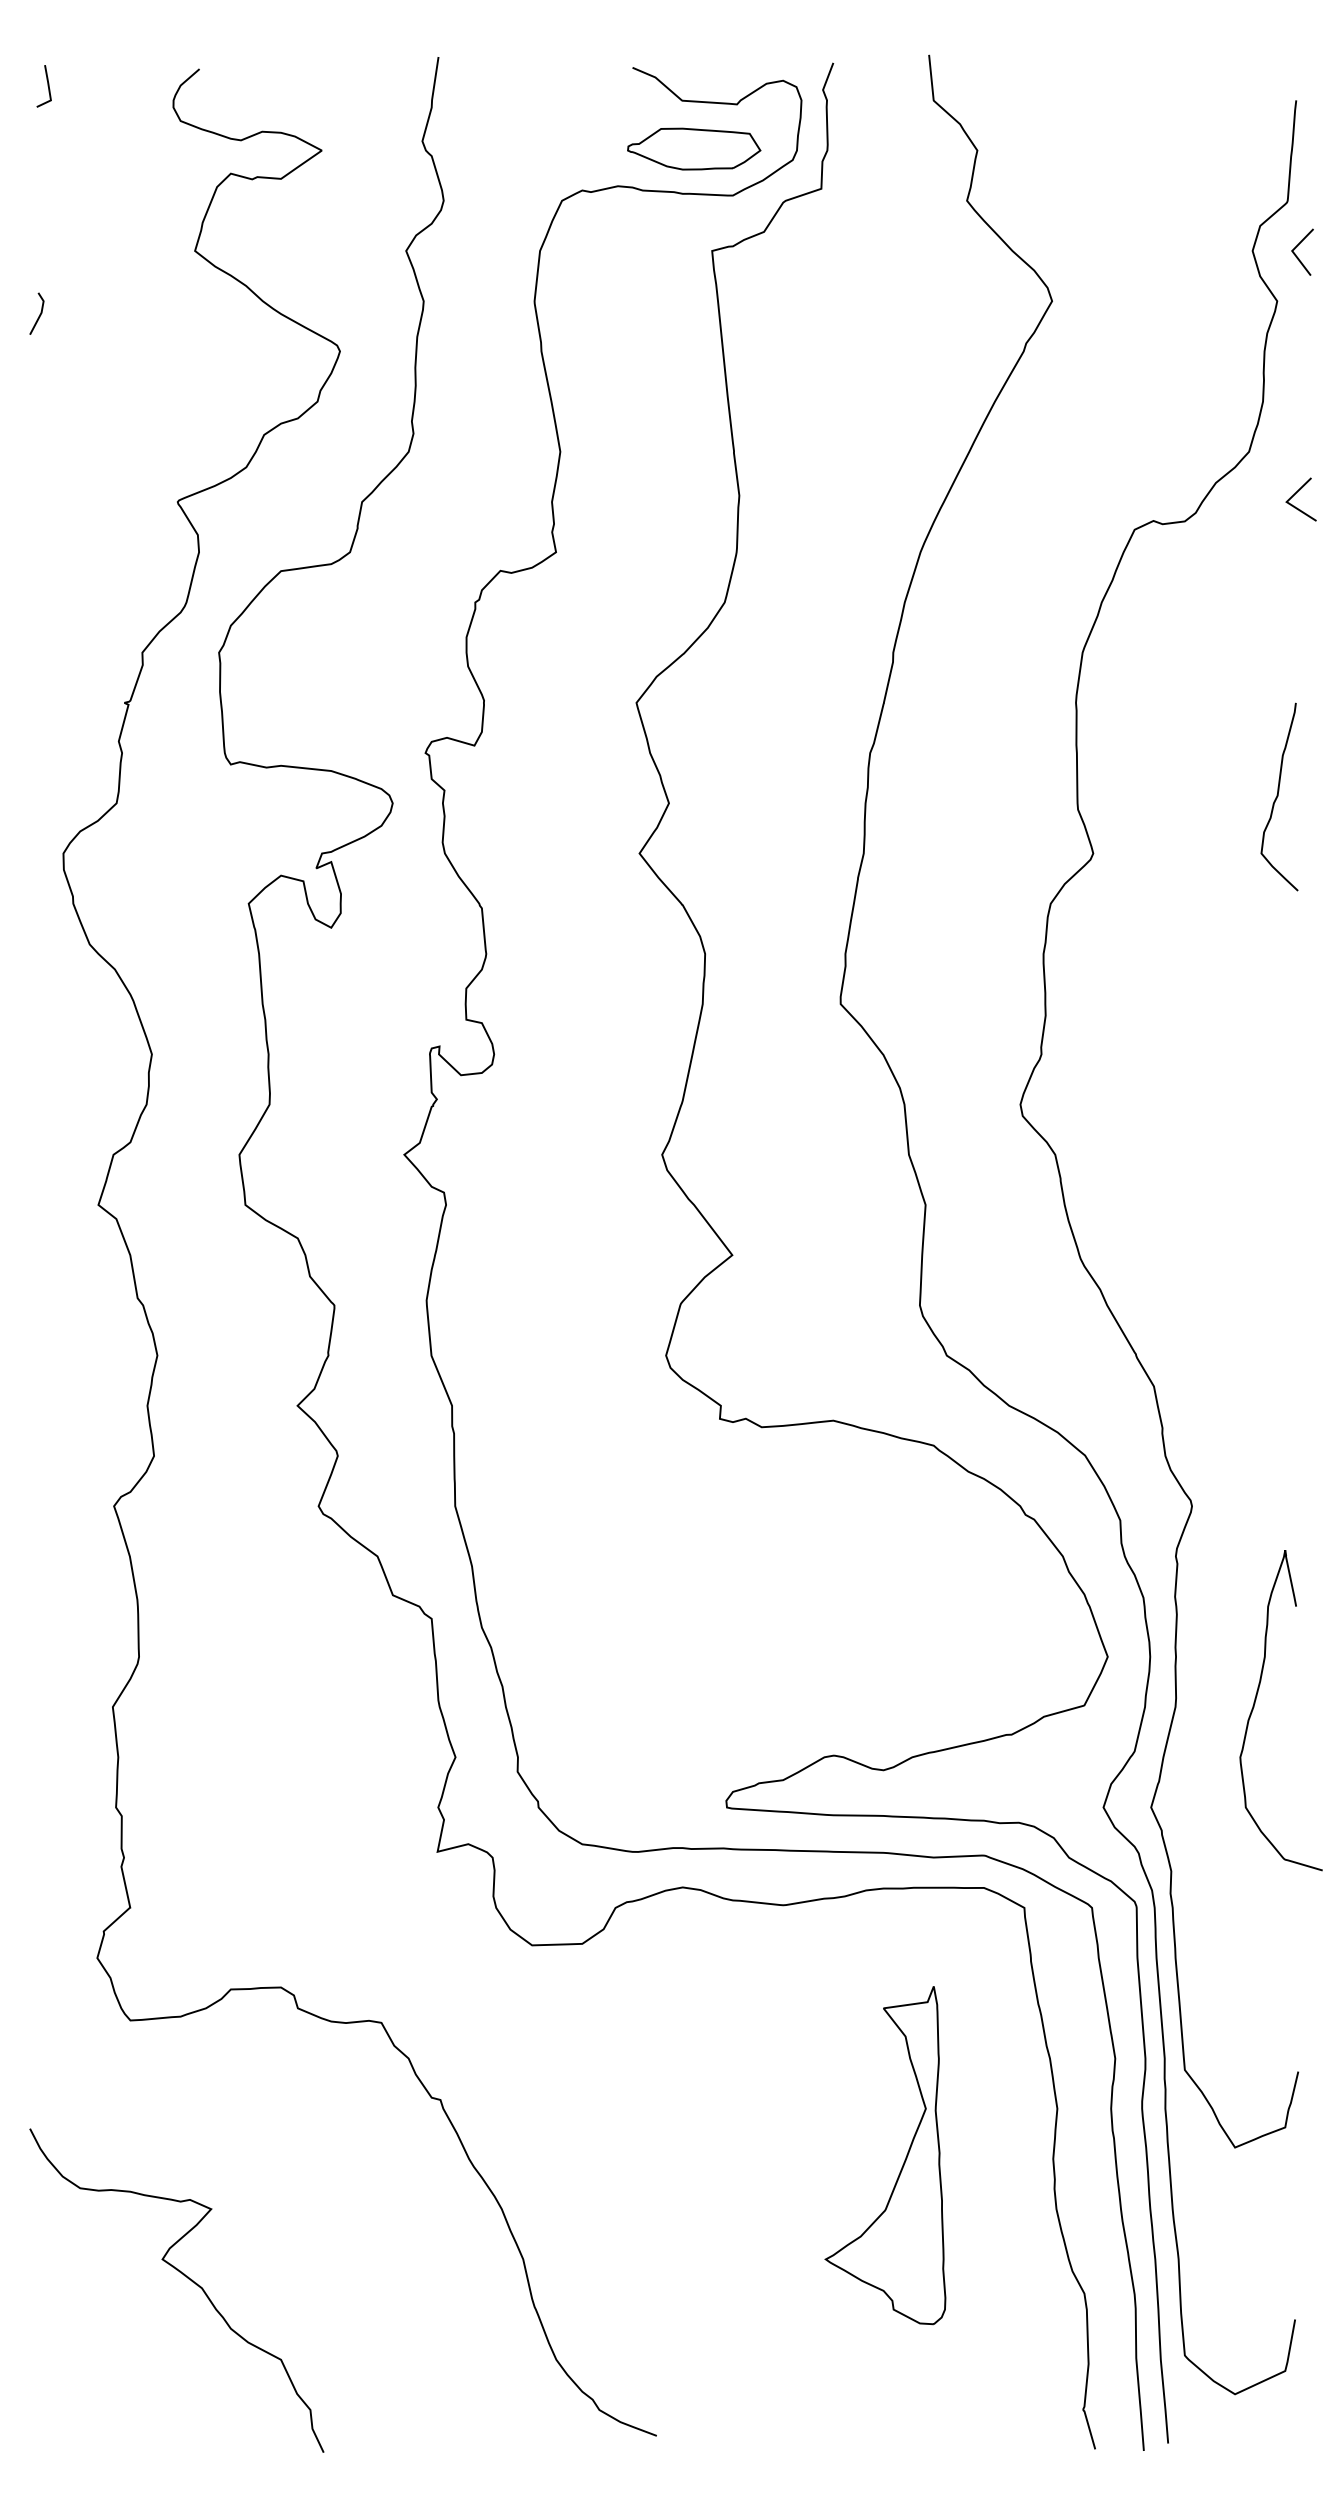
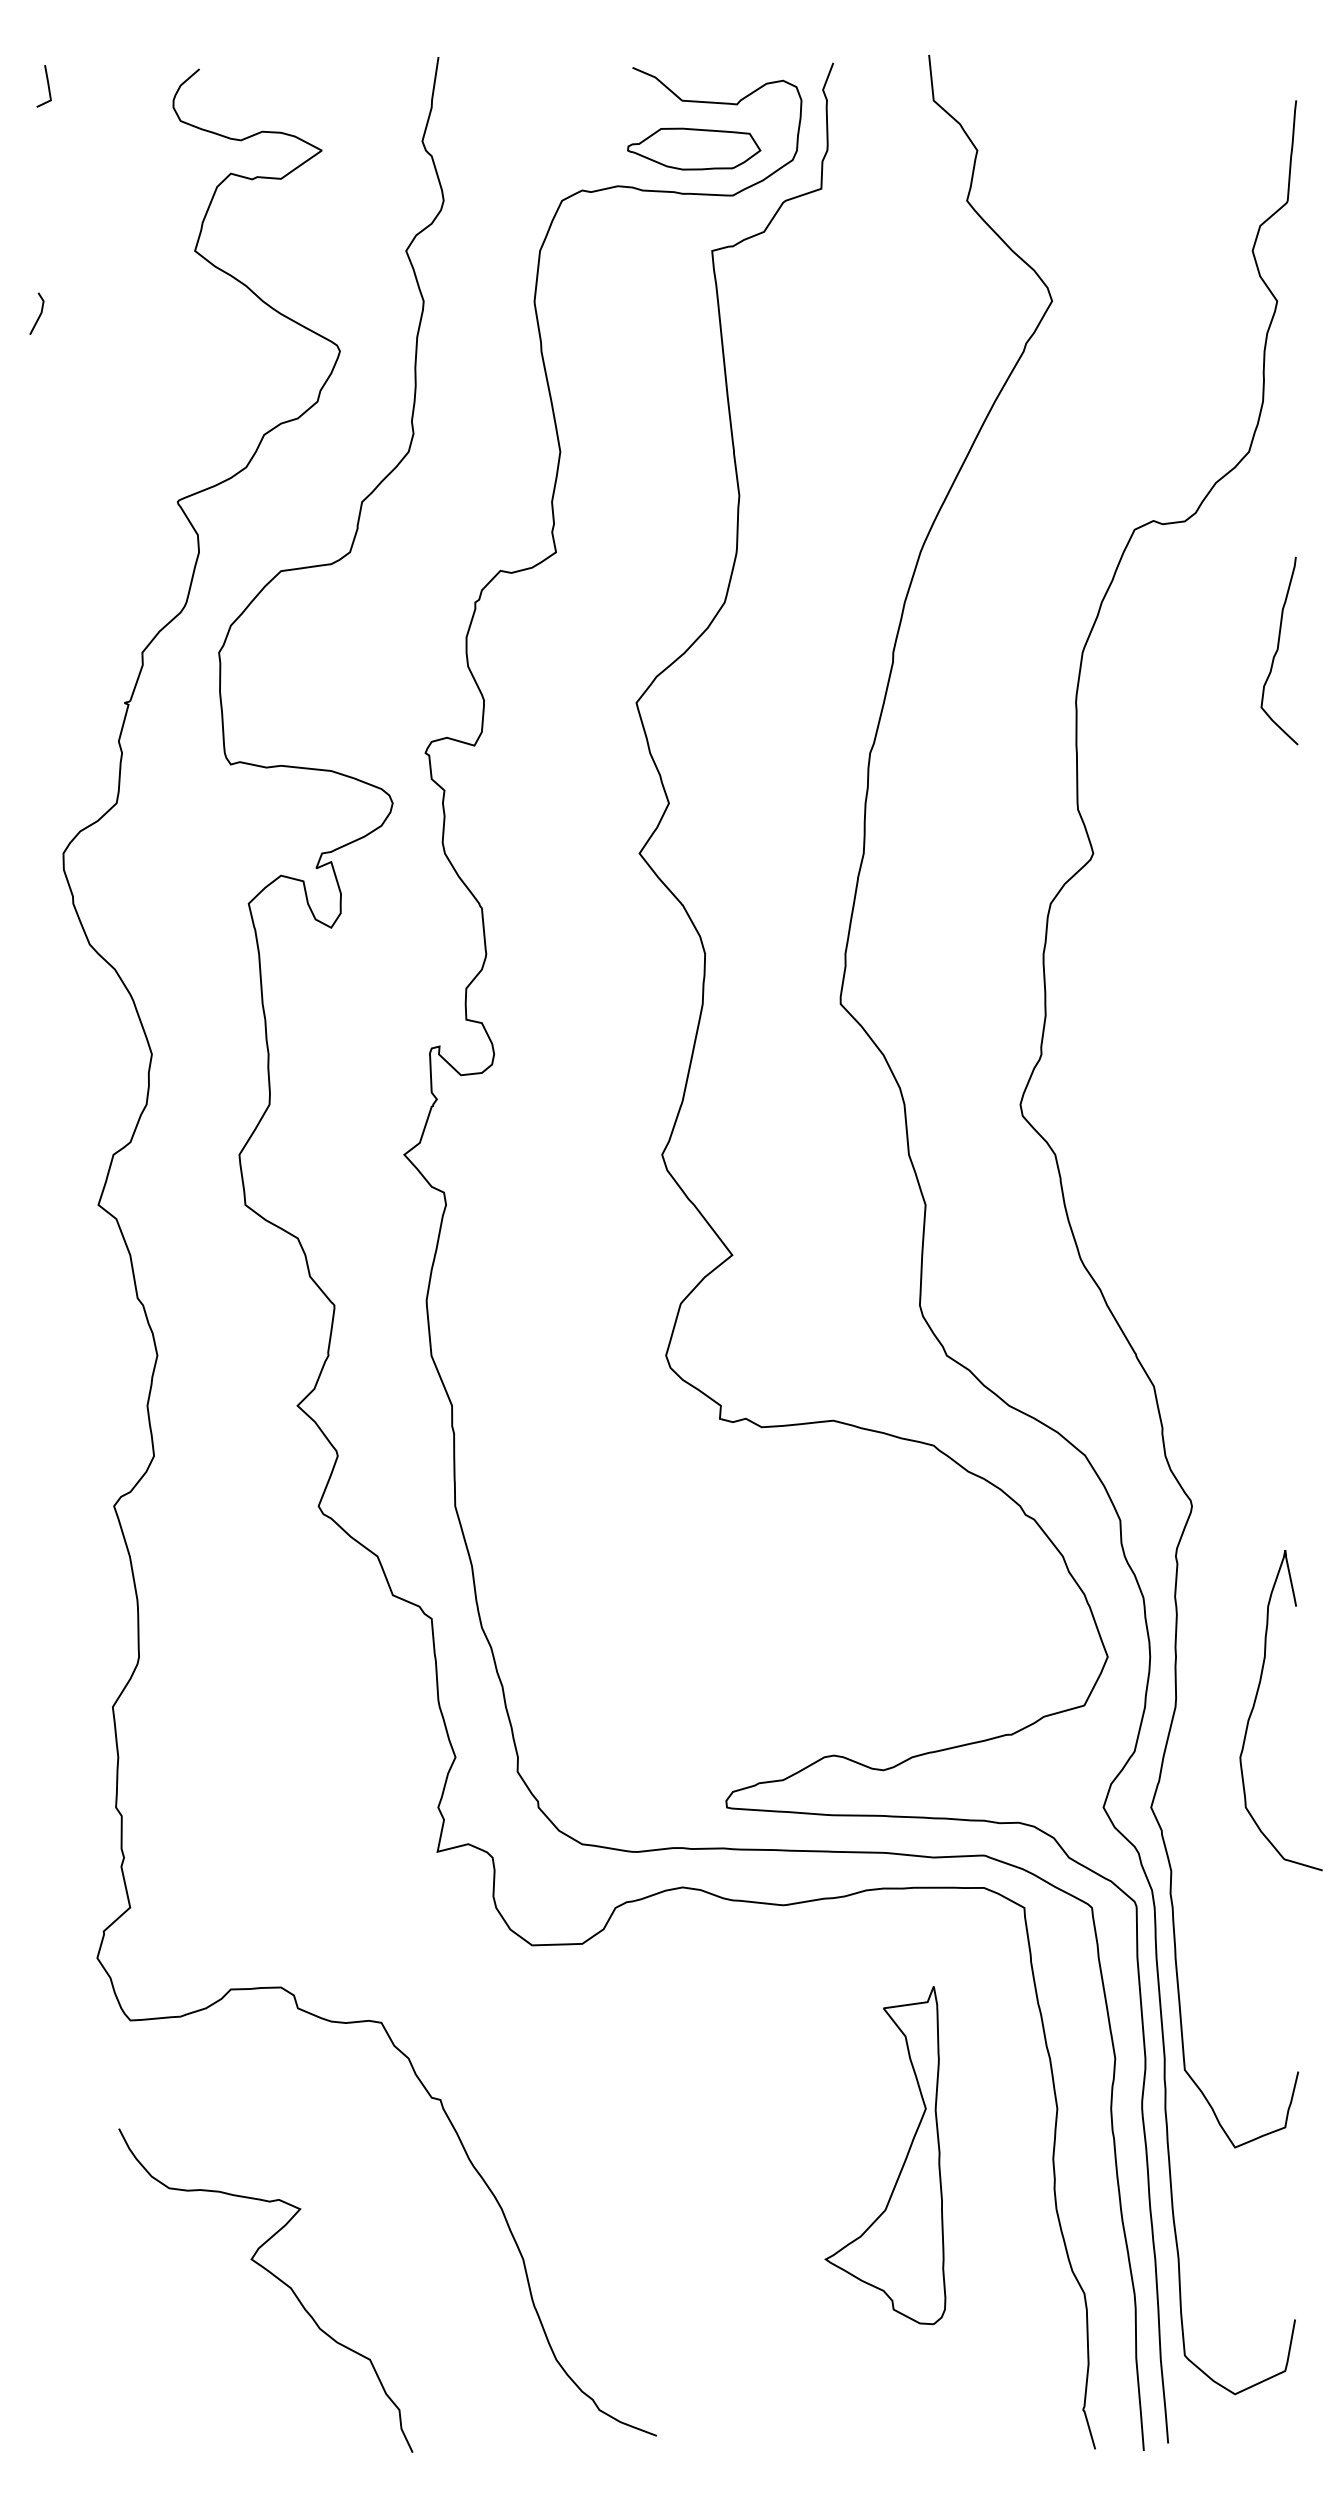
line at (1296, 254): present -> none
line at (1295, 494): present -> none
curve at (1278, 796) position: (1278, 796) -> (1278, 650)
curve at (184, 2276) position: (184, 2276) -> (273, 2276)
